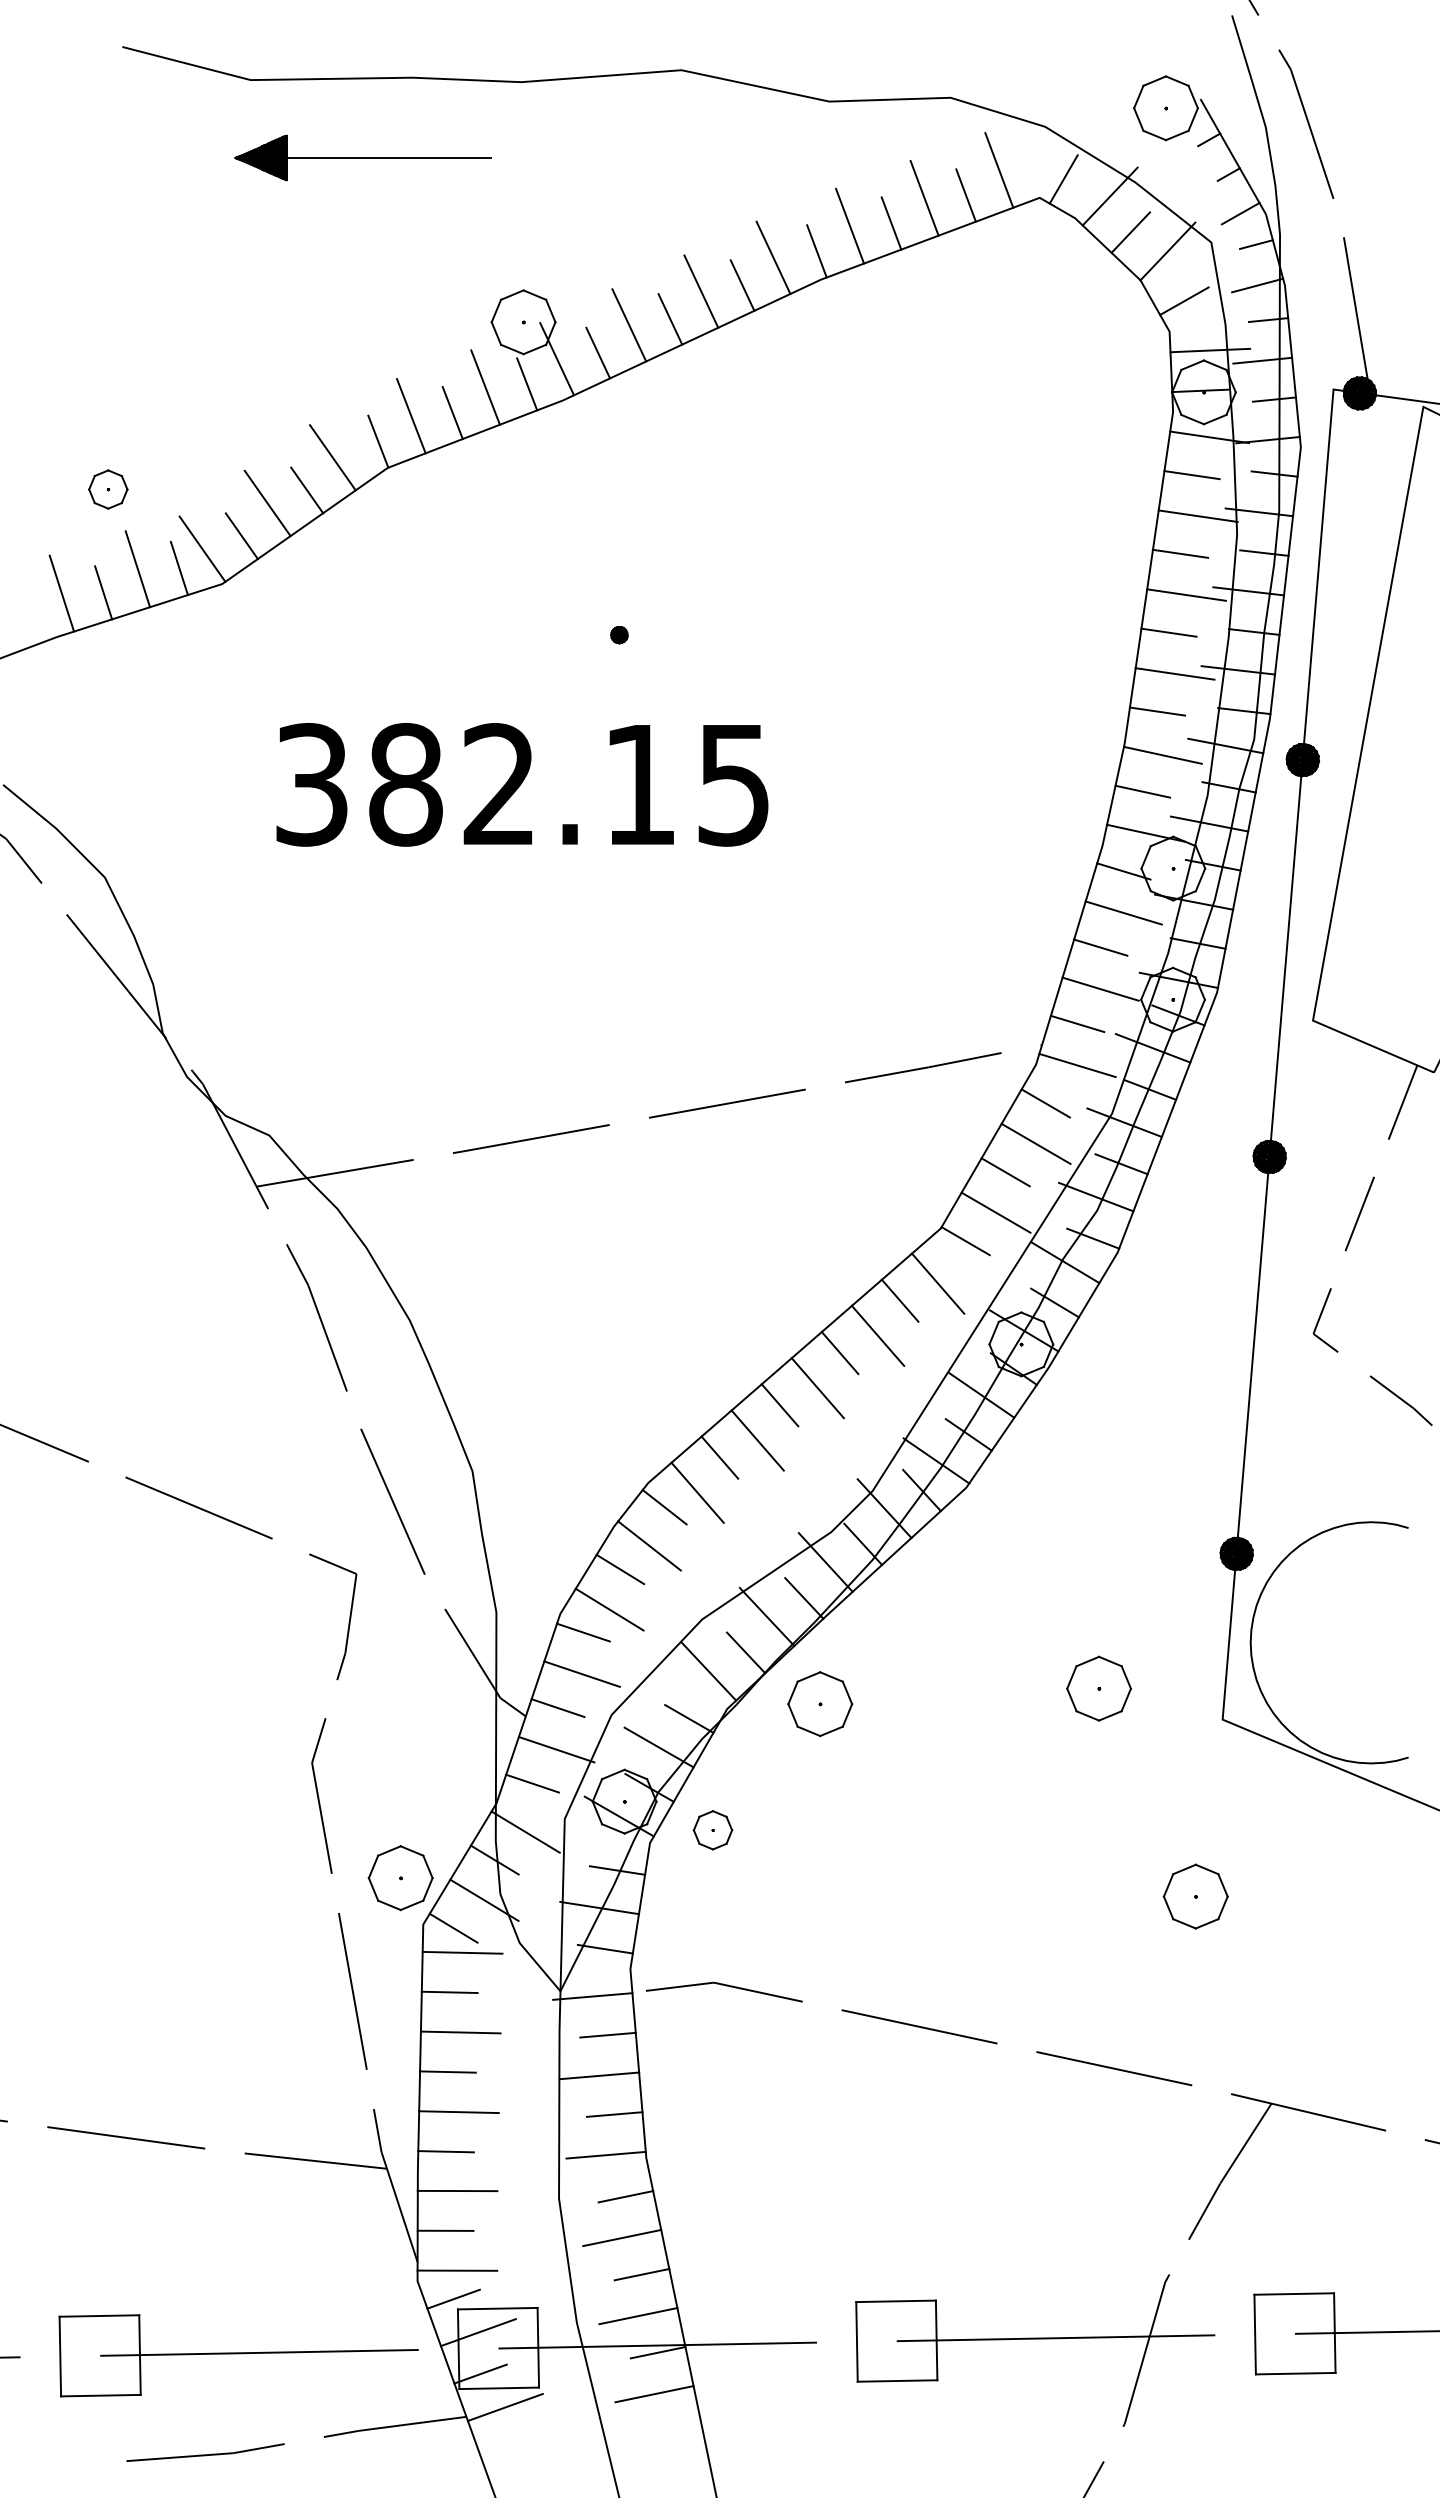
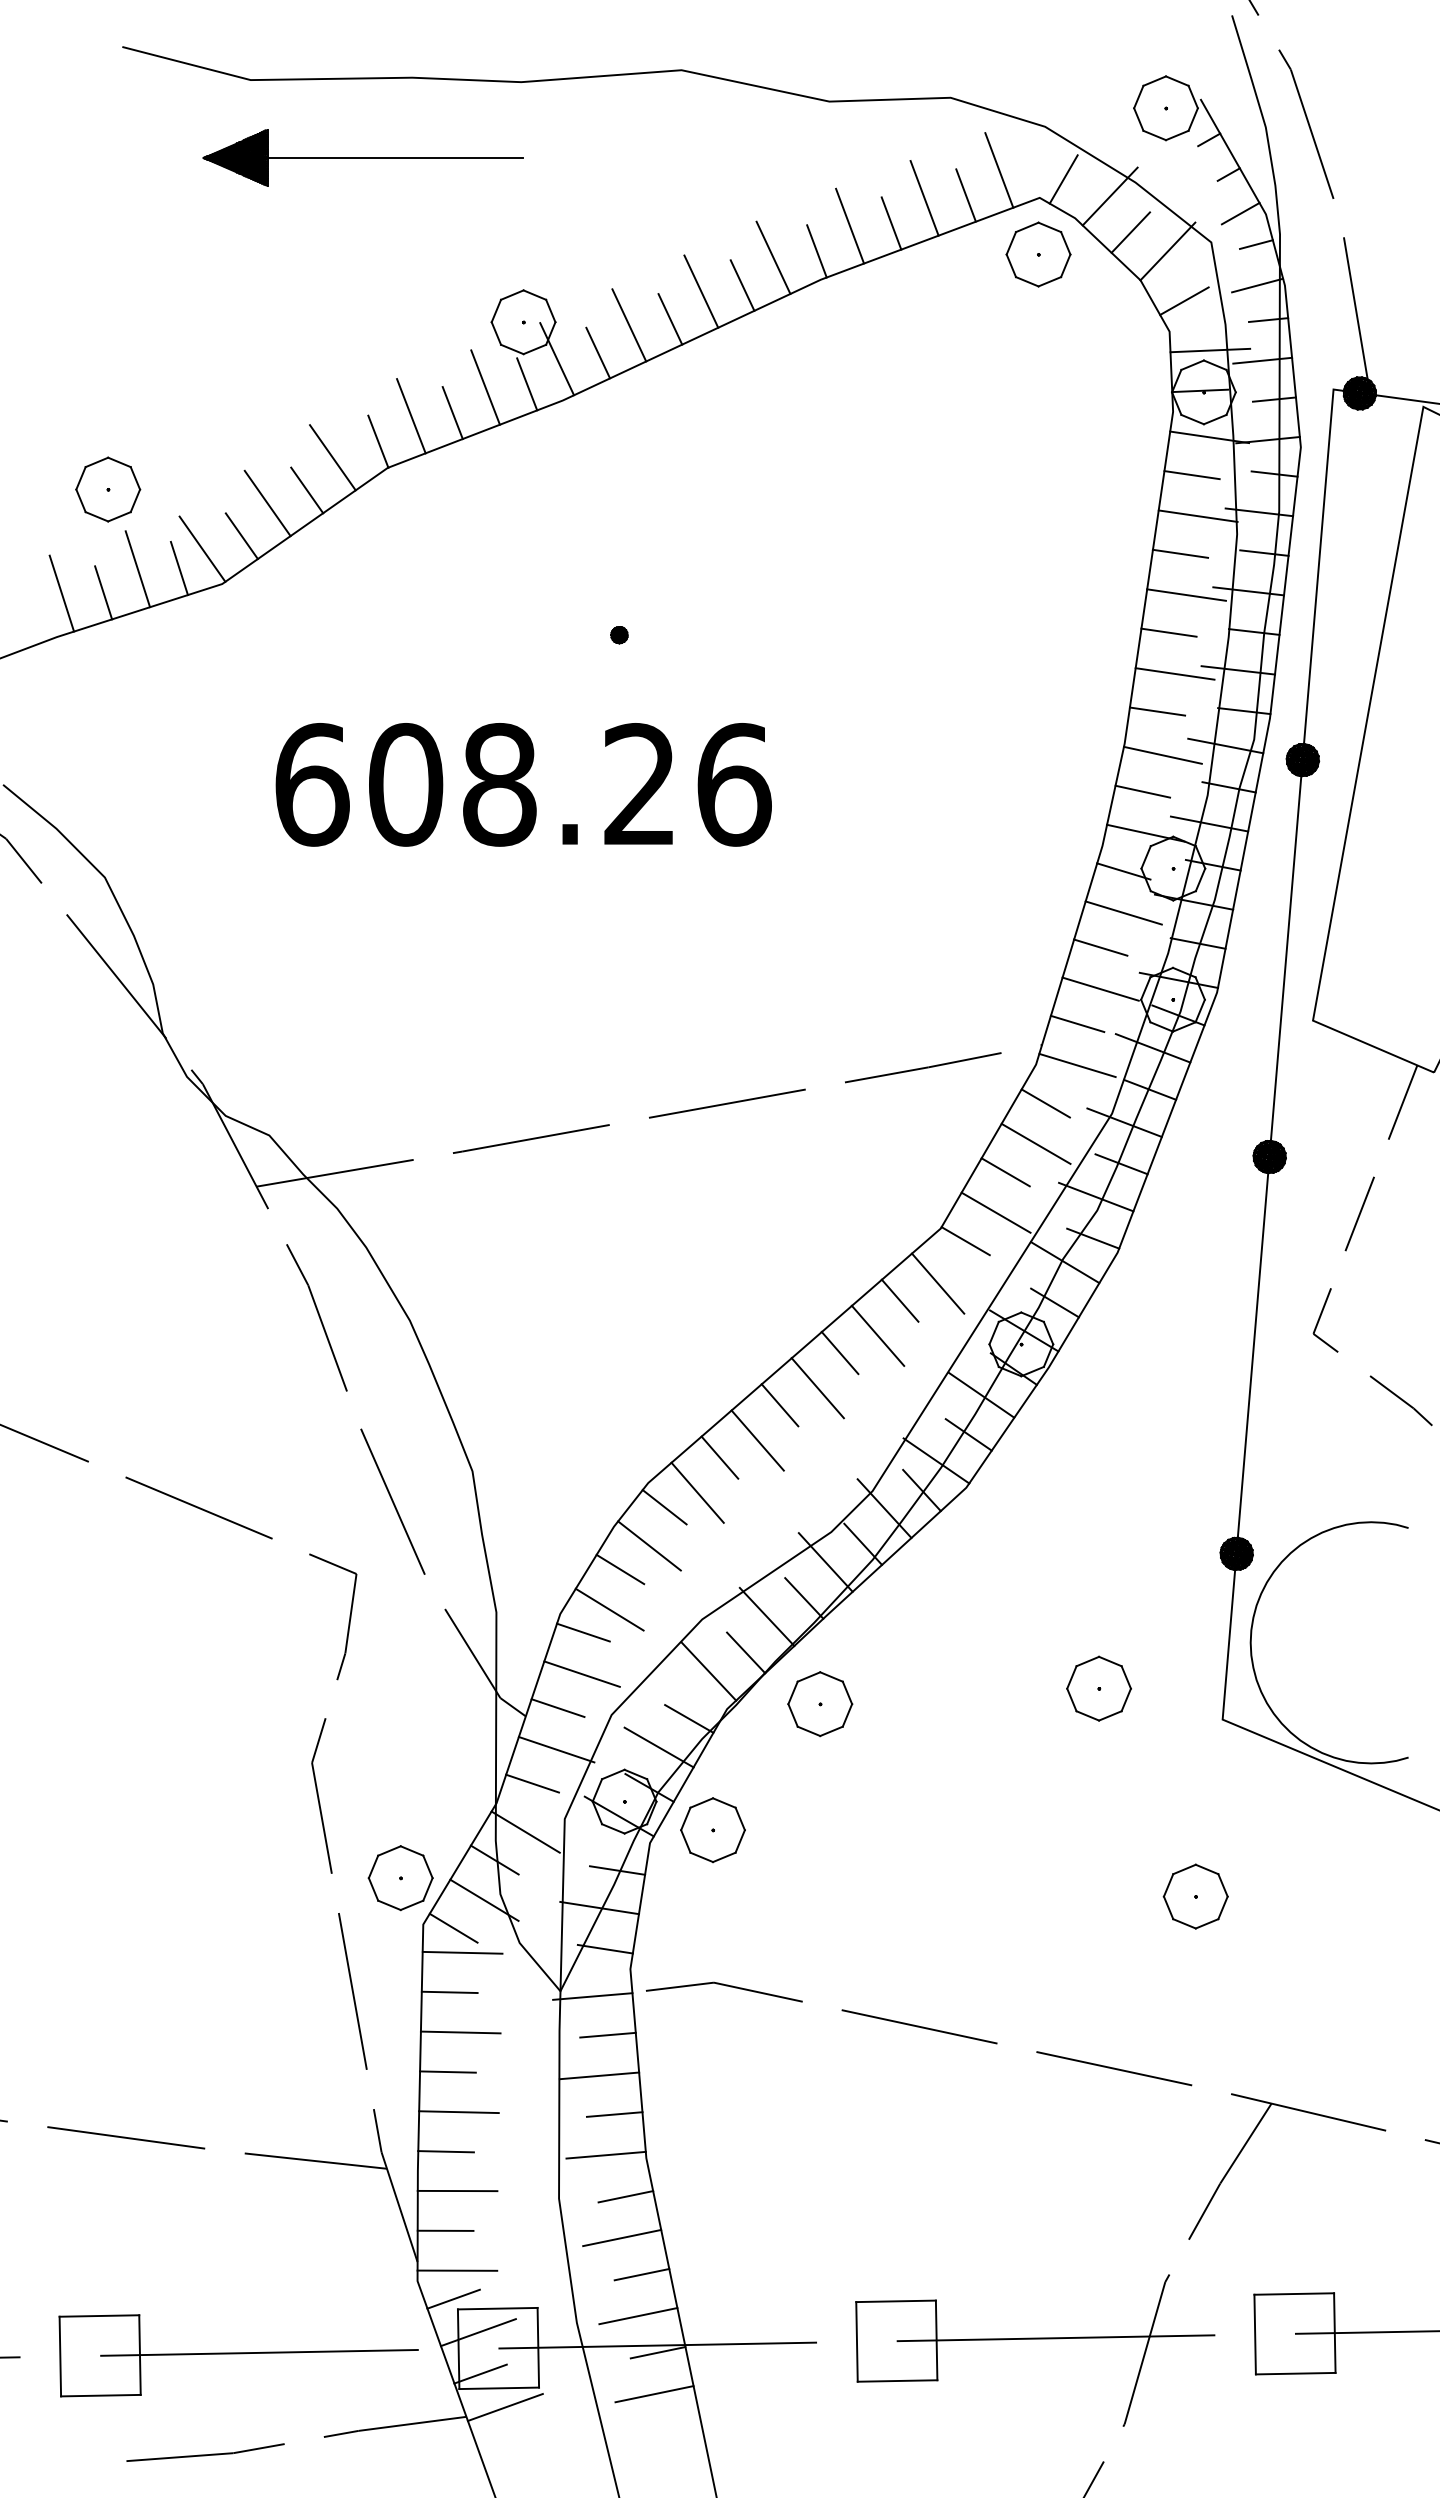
part at (362, 157) size: 258x48 px -> 322x58 px
part at (1038, 254): none -> present
part at (108, 489) size: 41x41 px -> 67x67 px
text at (523, 784): 382.15 -> 608.26
part at (712, 1830) size: 42x41 px -> 66x67 px
